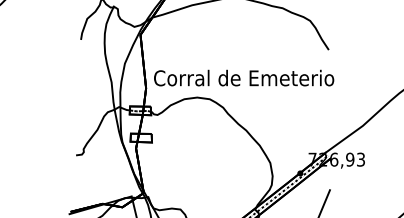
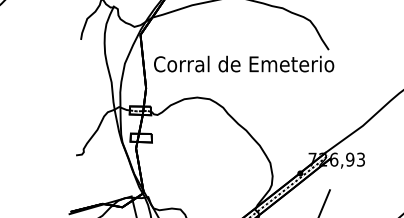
text at (244, 77) position: (244, 77) -> (244, 63)
